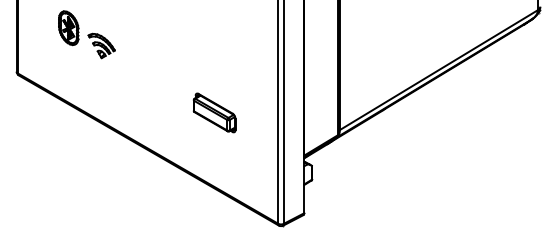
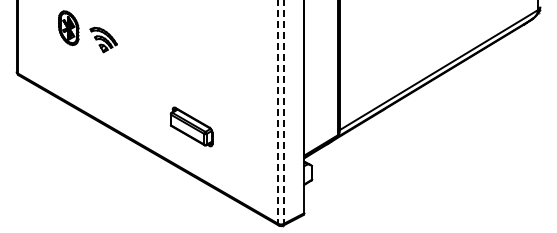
part at (101, 45) position: (101, 45) -> (103, 39)
line at (278, 111): solid -> dashed
line at (284, 111): solid -> dashed
part at (214, 112) position: (214, 112) -> (191, 126)
